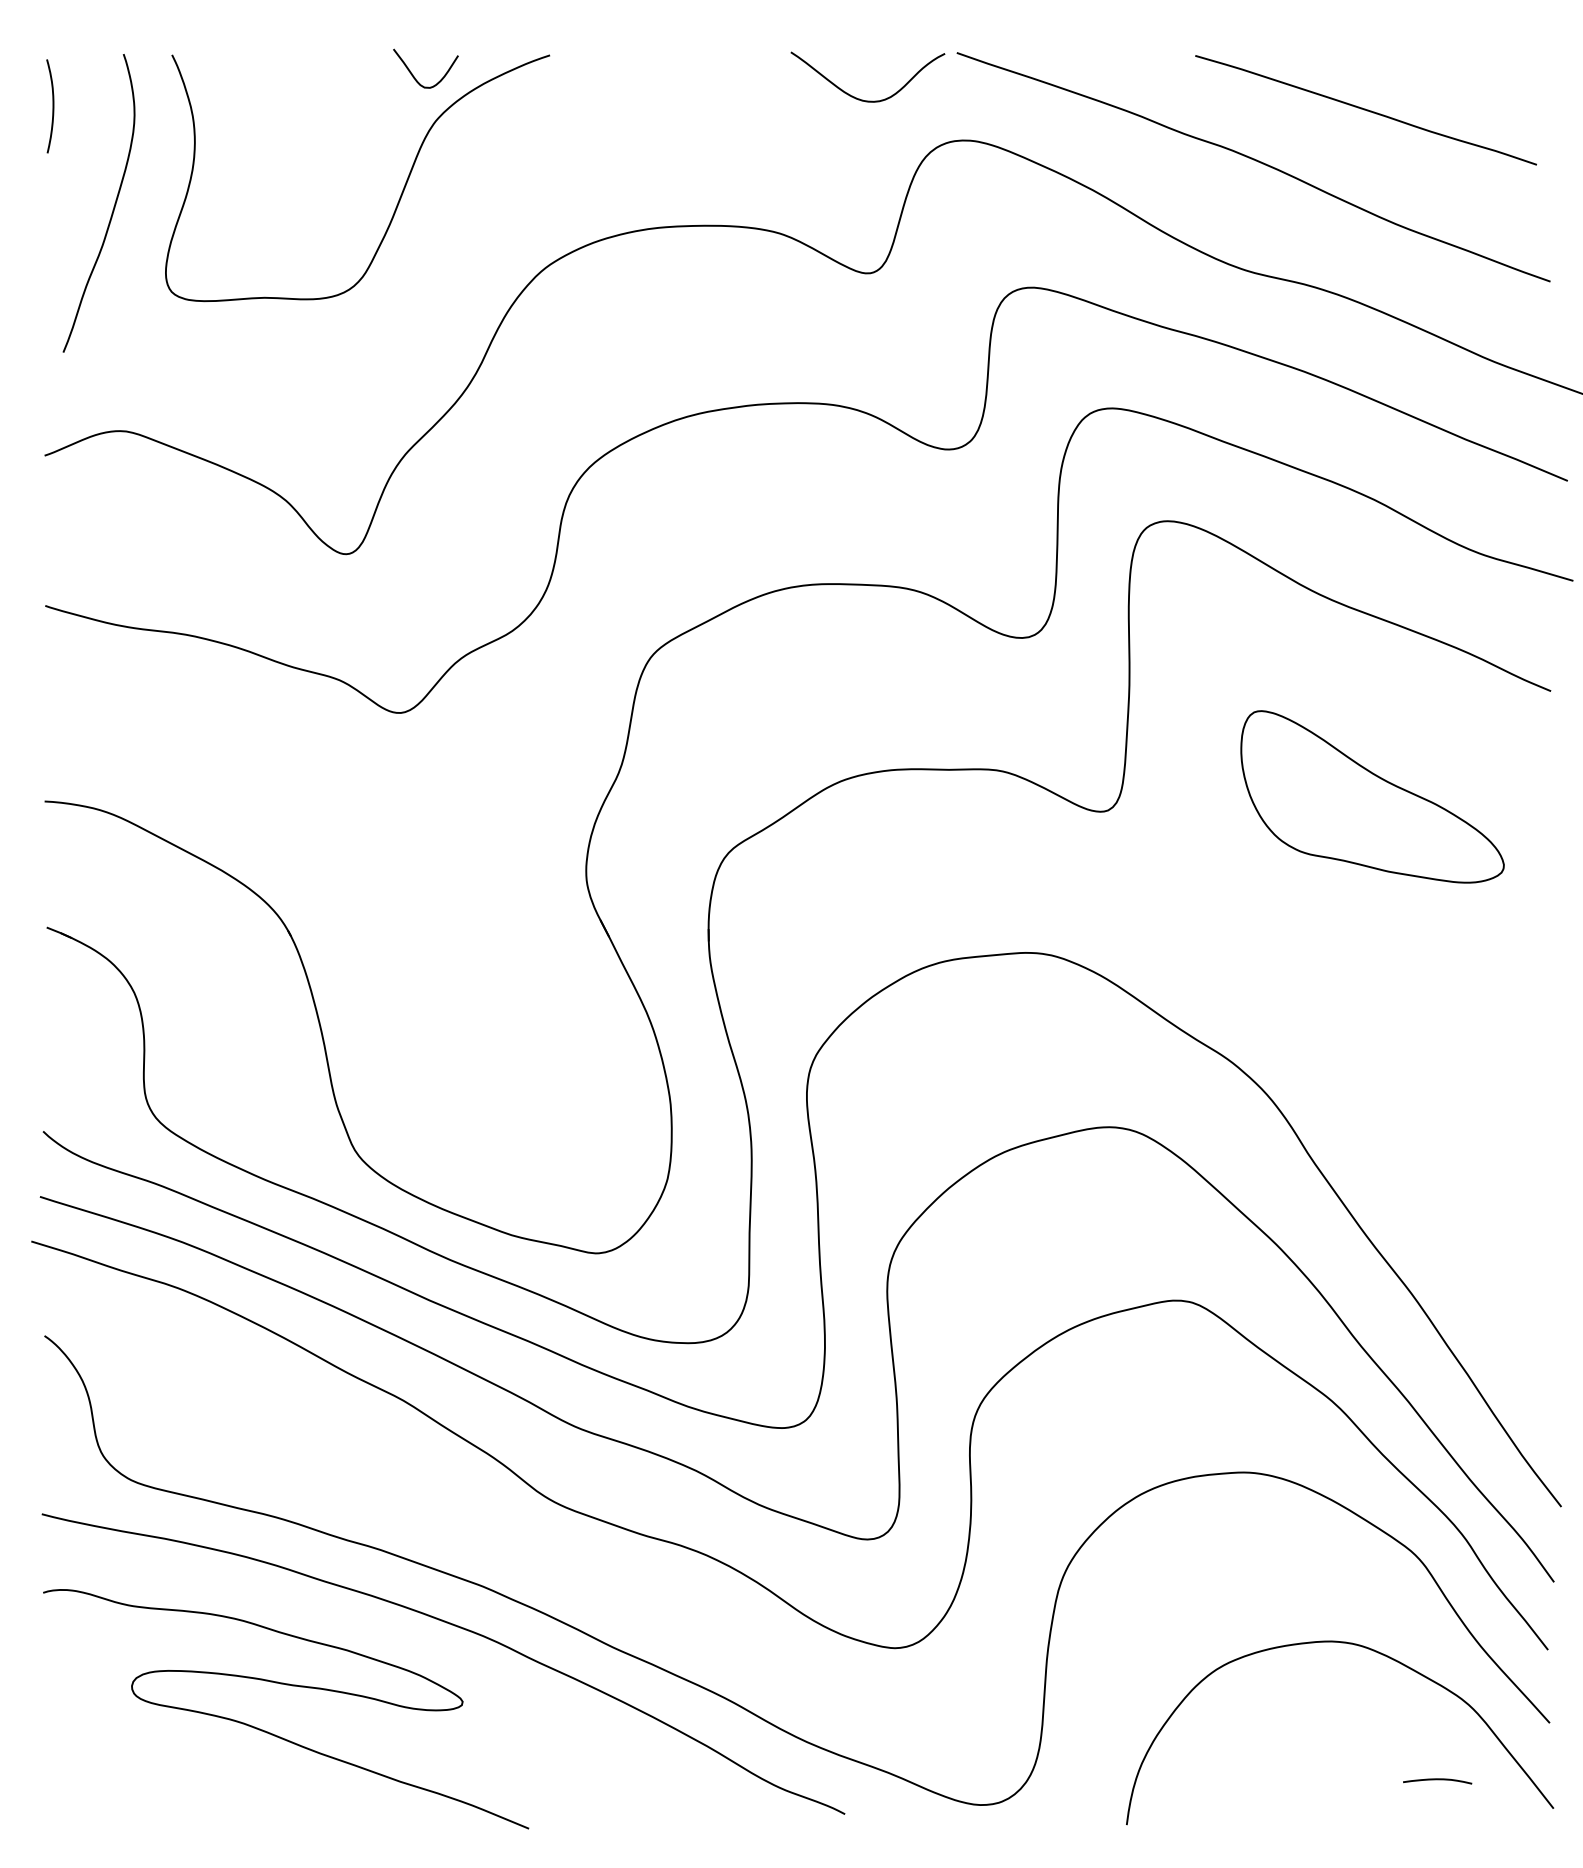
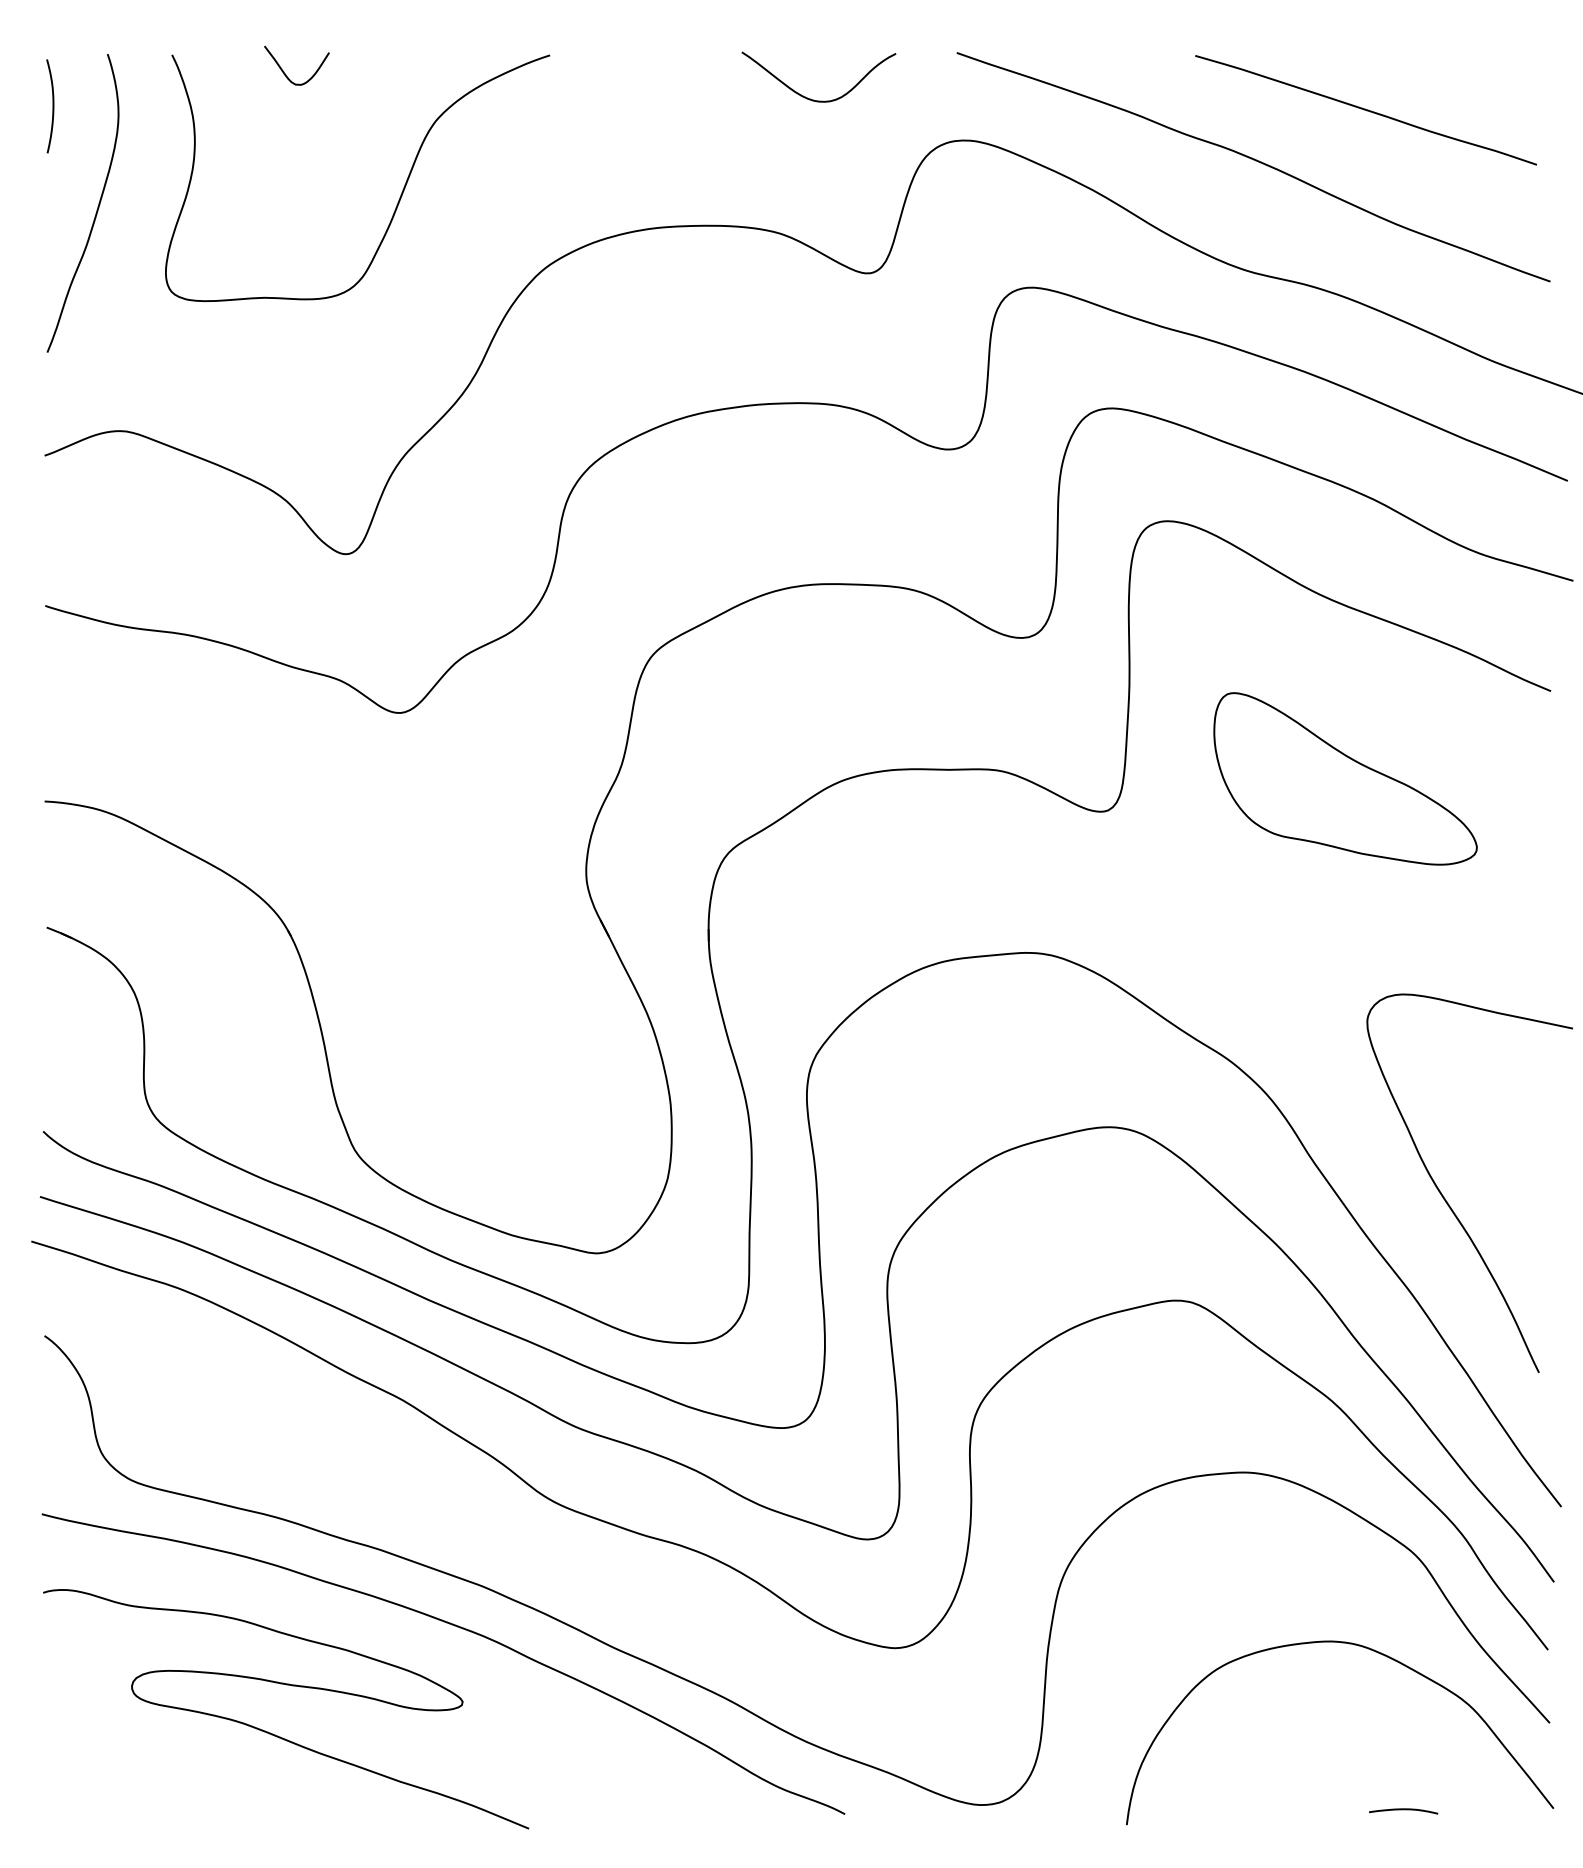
curve at (413, 74) position: (413, 74) -> (284, 71)
curve at (859, 98) position: (859, 98) -> (810, 98)
curve at (112, 209) position: (112, 209) -> (96, 209)
part at (1372, 796) position: (1372, 796) -> (1345, 778)
curve at (1445, 1198): none -> present
curve at (1437, 1780) position: (1437, 1780) -> (1403, 1810)
